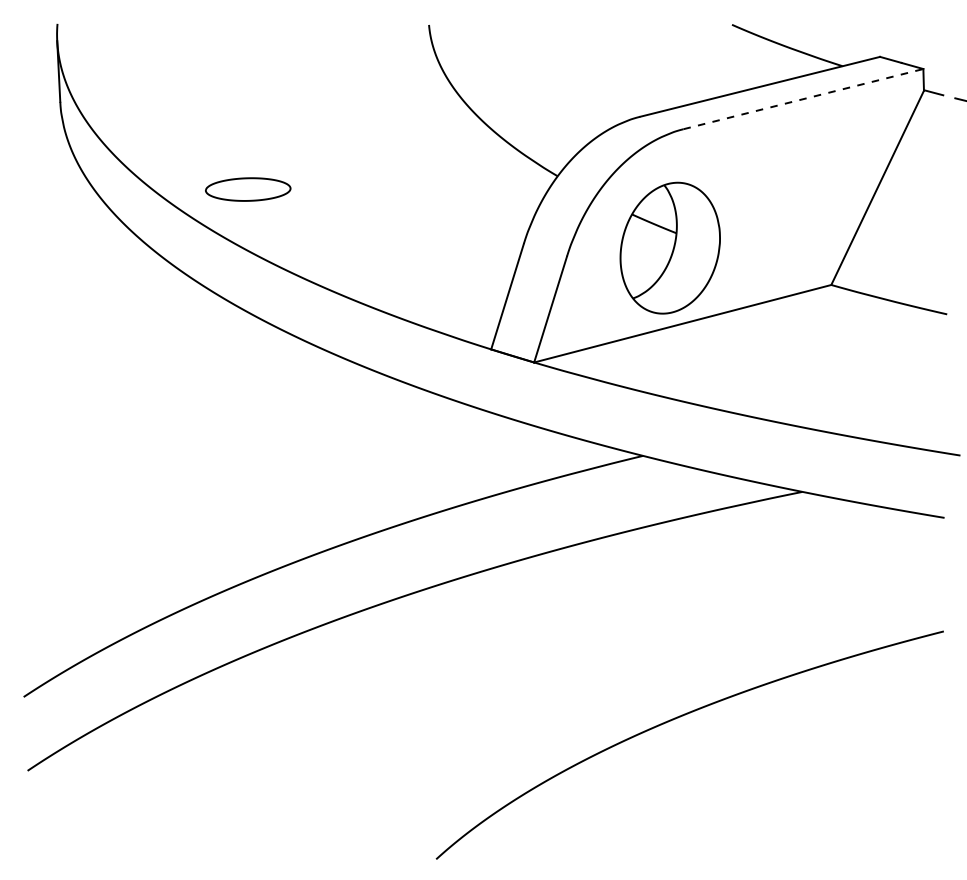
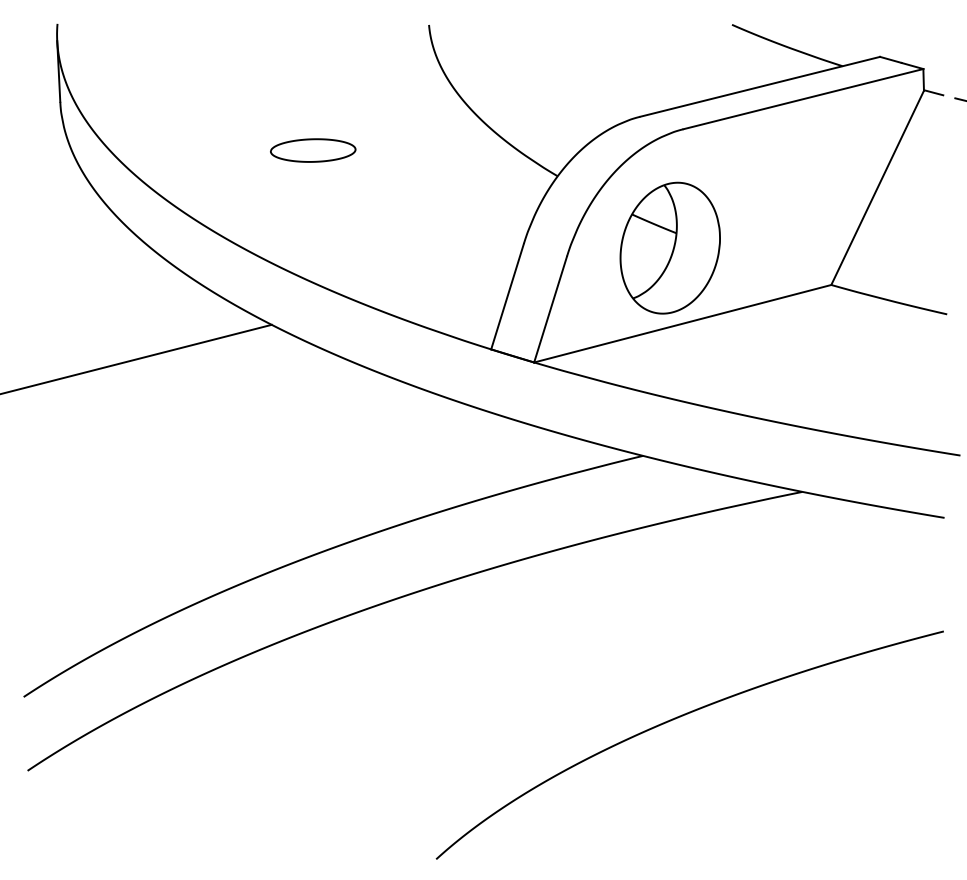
line at (803, 99): dashed -> solid
part at (248, 189) position: (248, 189) -> (313, 150)
line at (136, 358): none -> present
